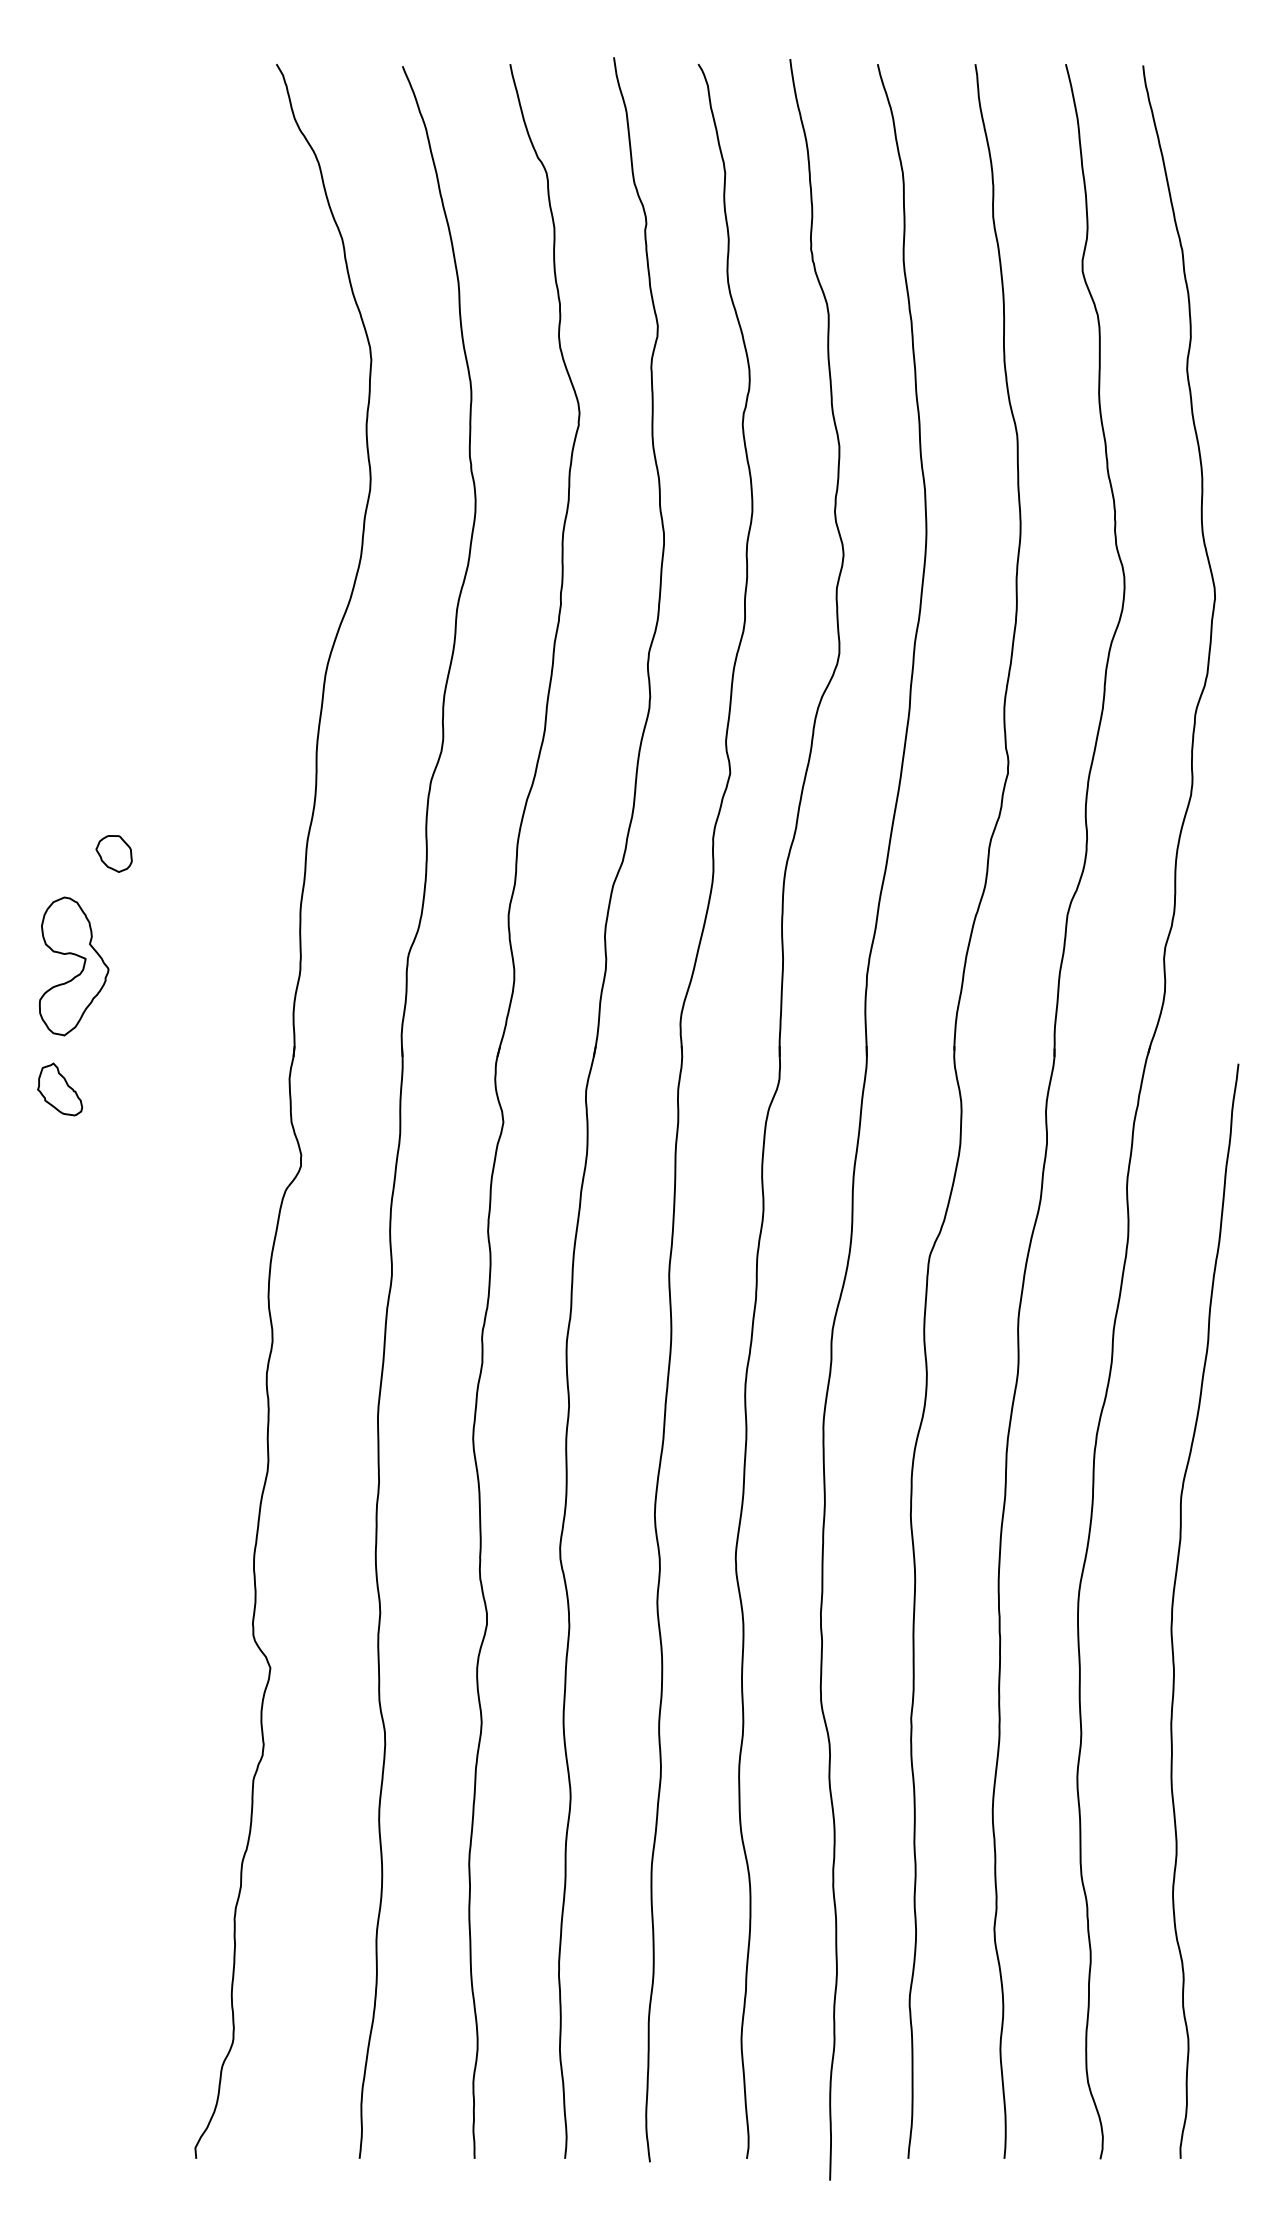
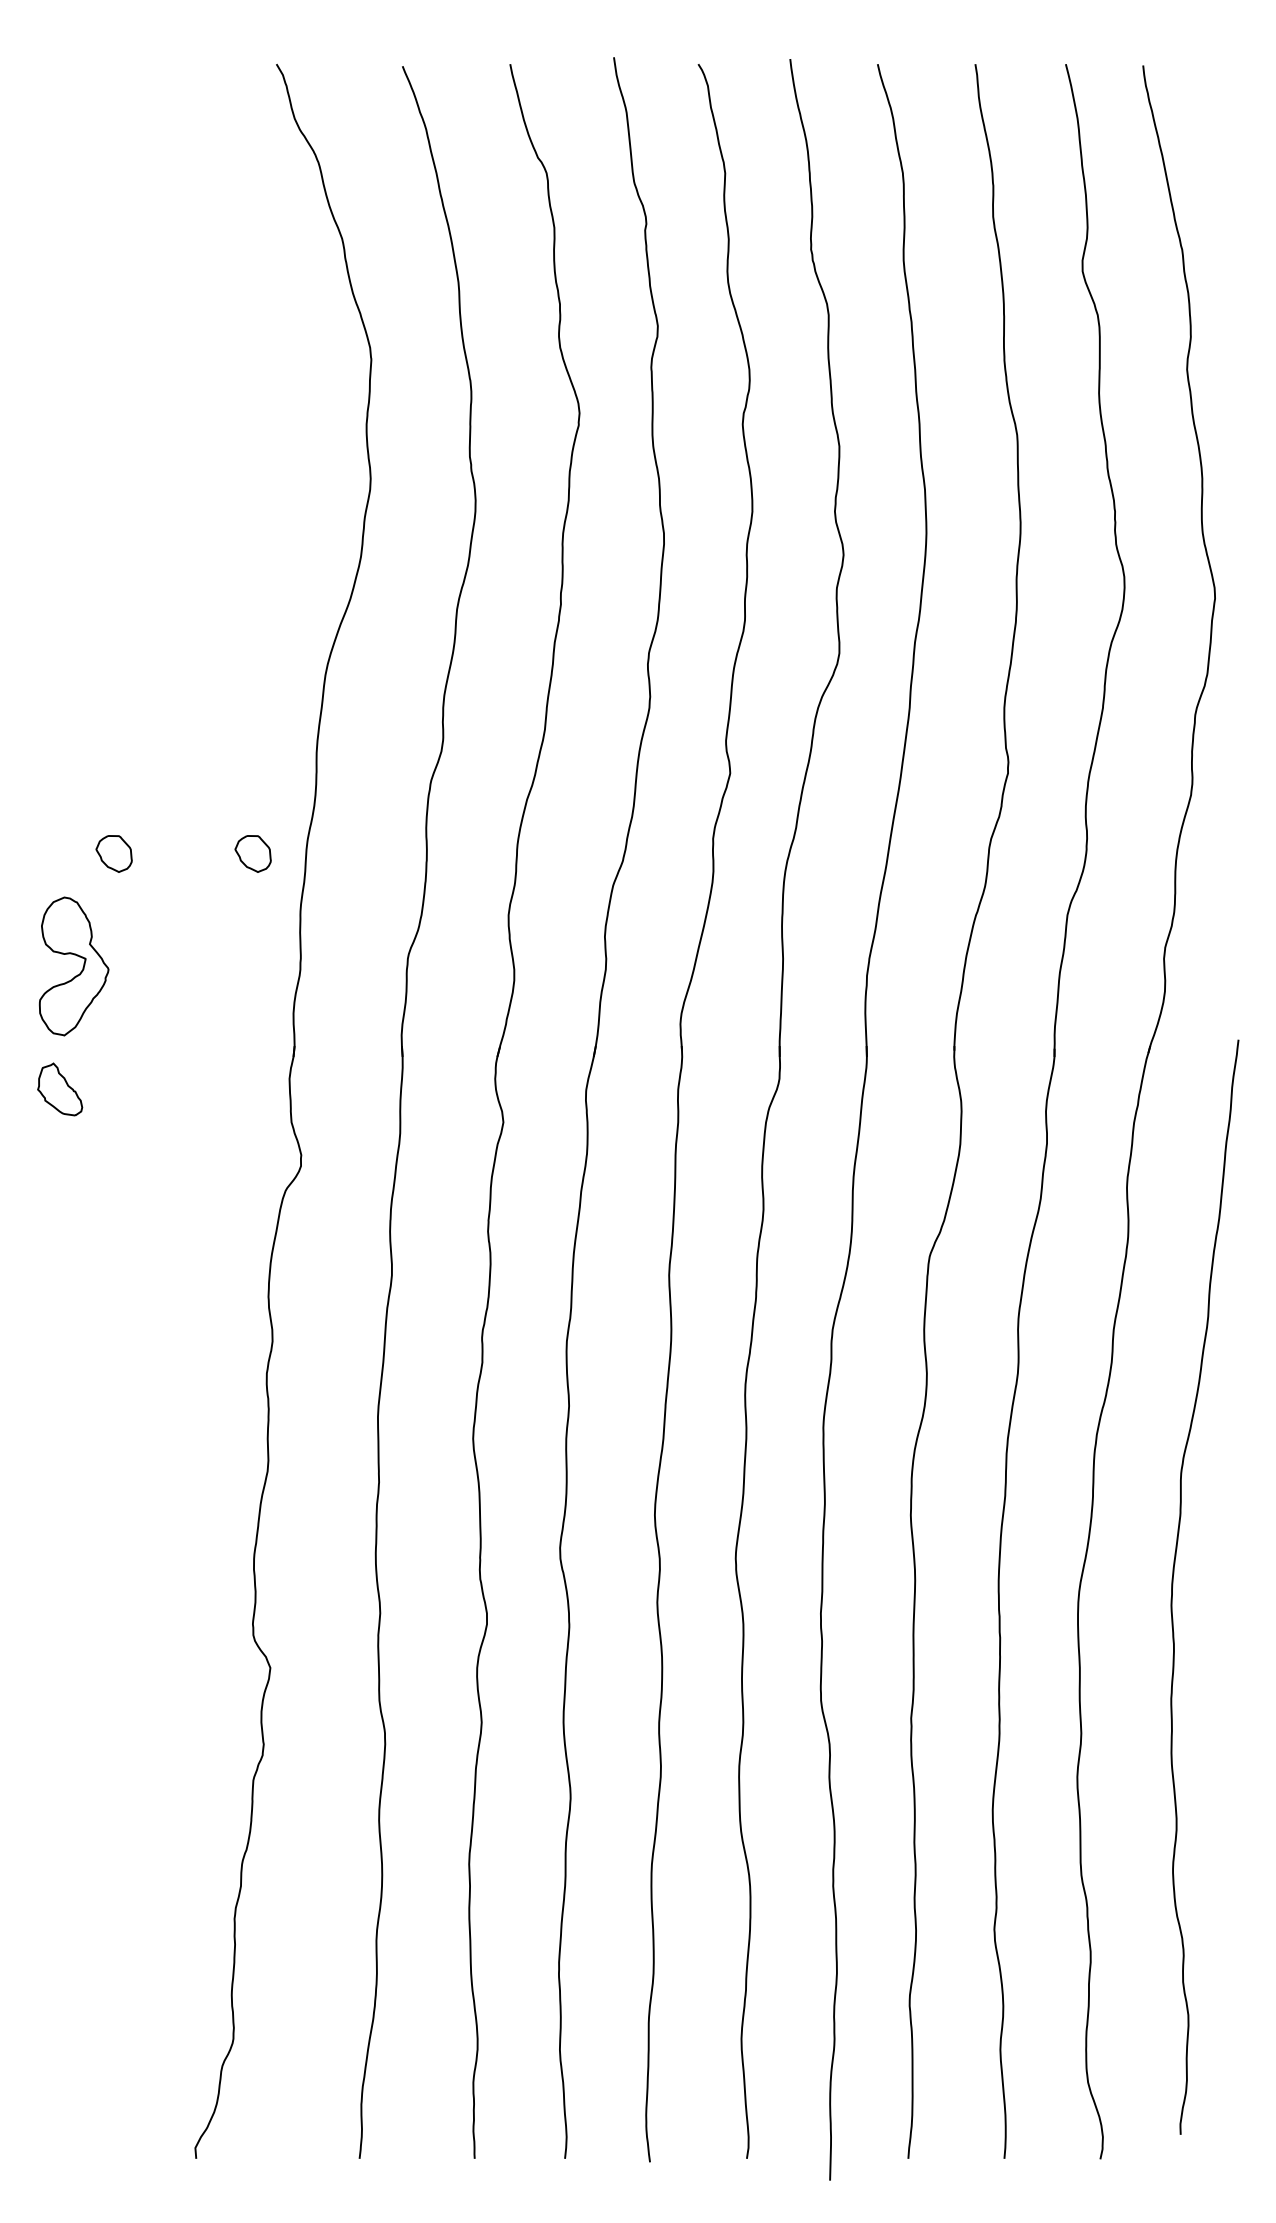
part at (252, 853): none -> present
curve at (1173, 1610) position: (1173, 1610) -> (1173, 1586)
